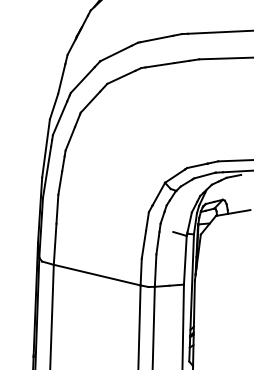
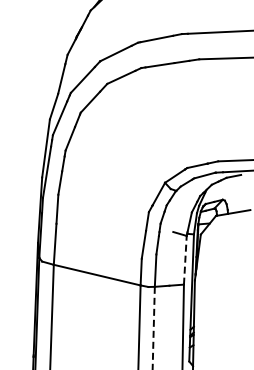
line at (185, 259): solid -> dashed
line at (153, 328): solid -> dashed
